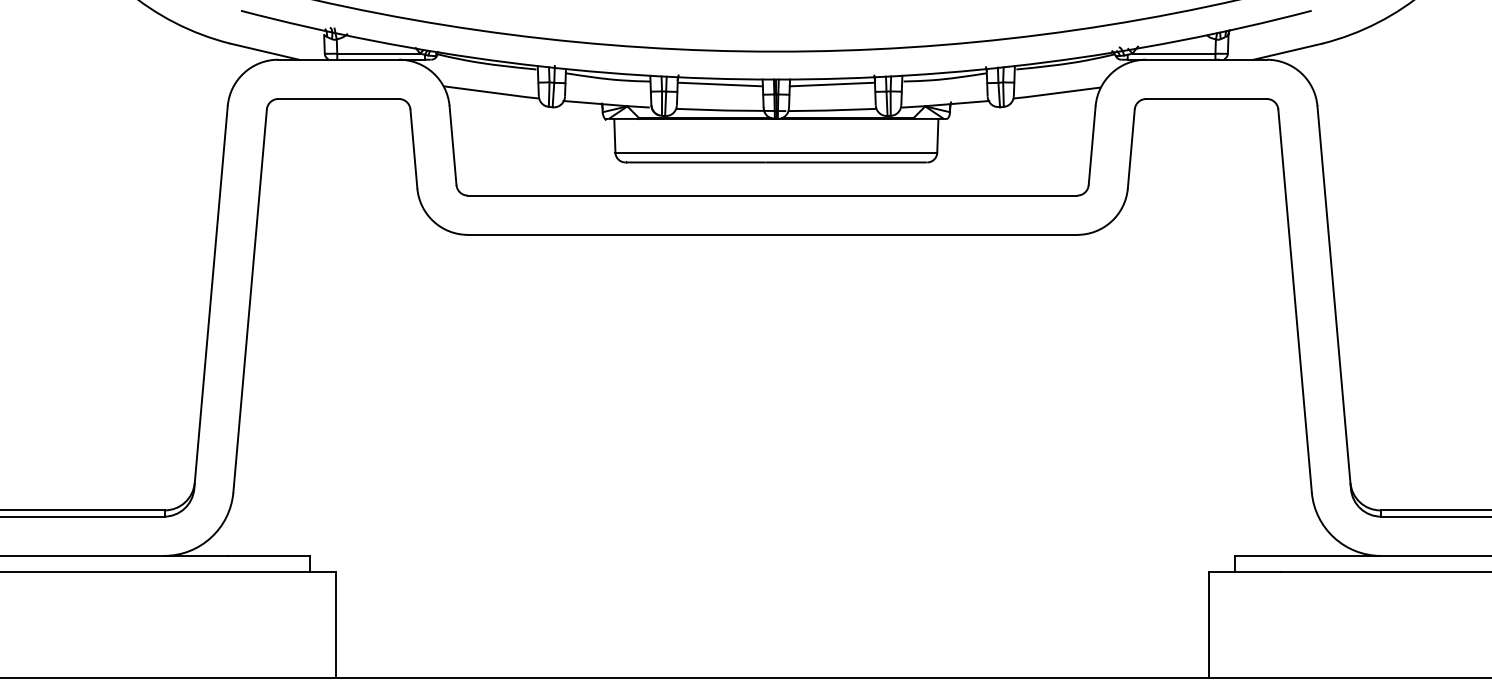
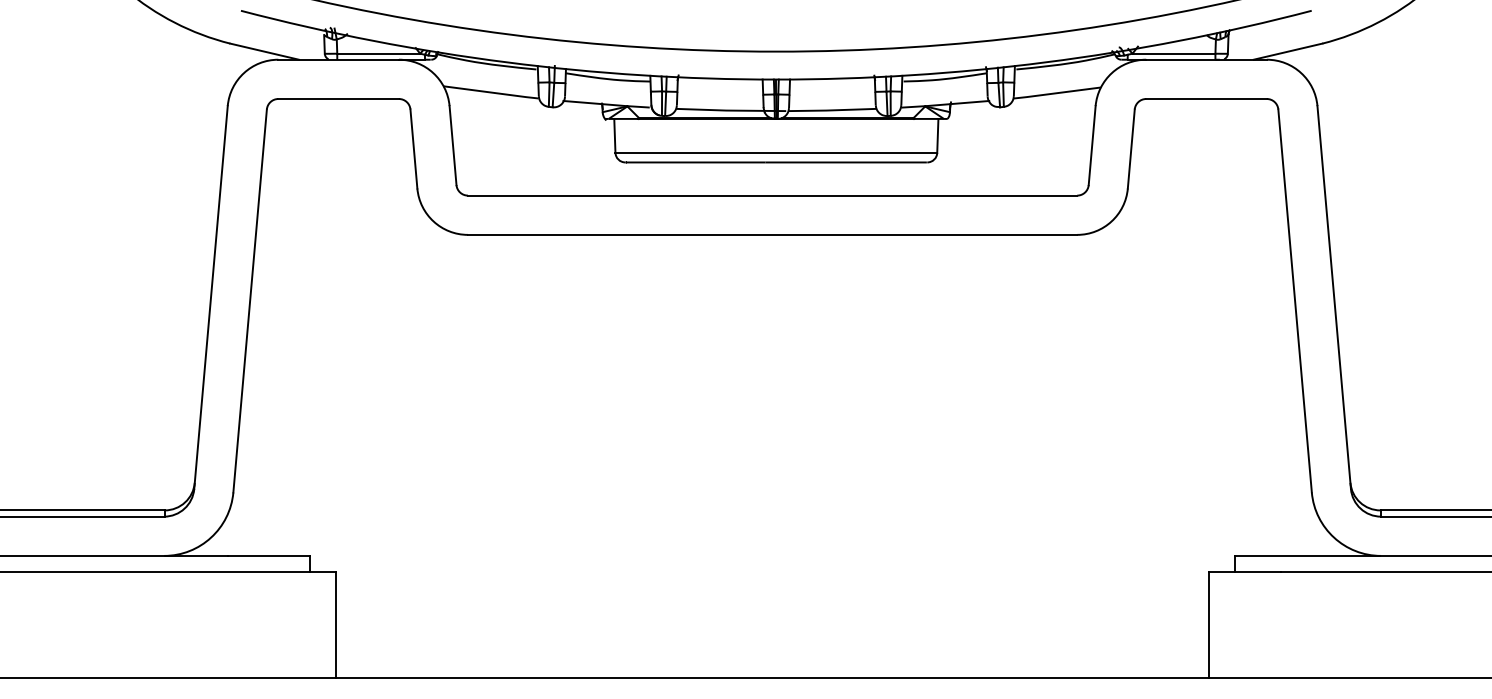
line at (720, 84): present -> none
line at (831, 84): present -> none
